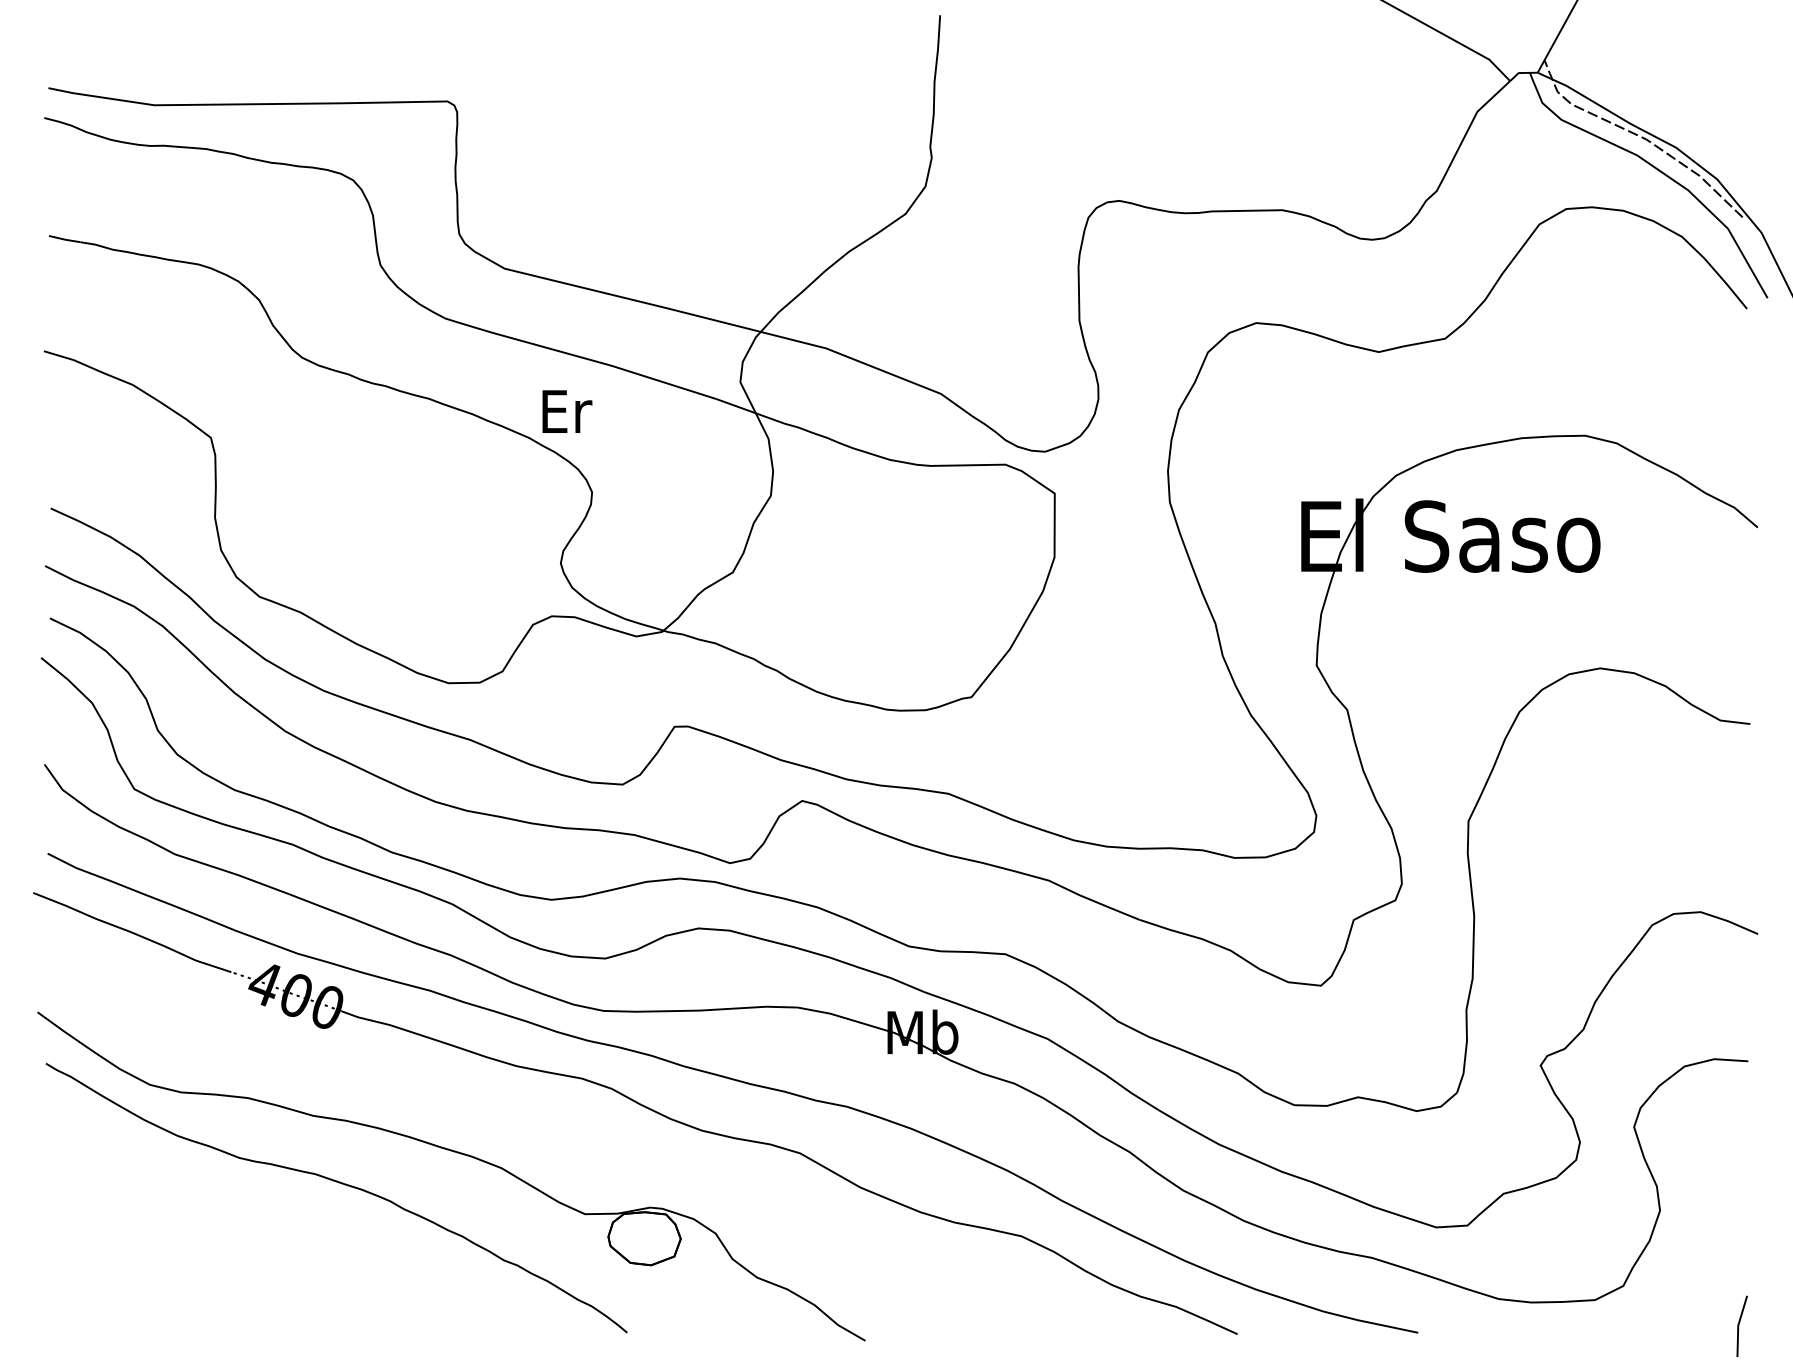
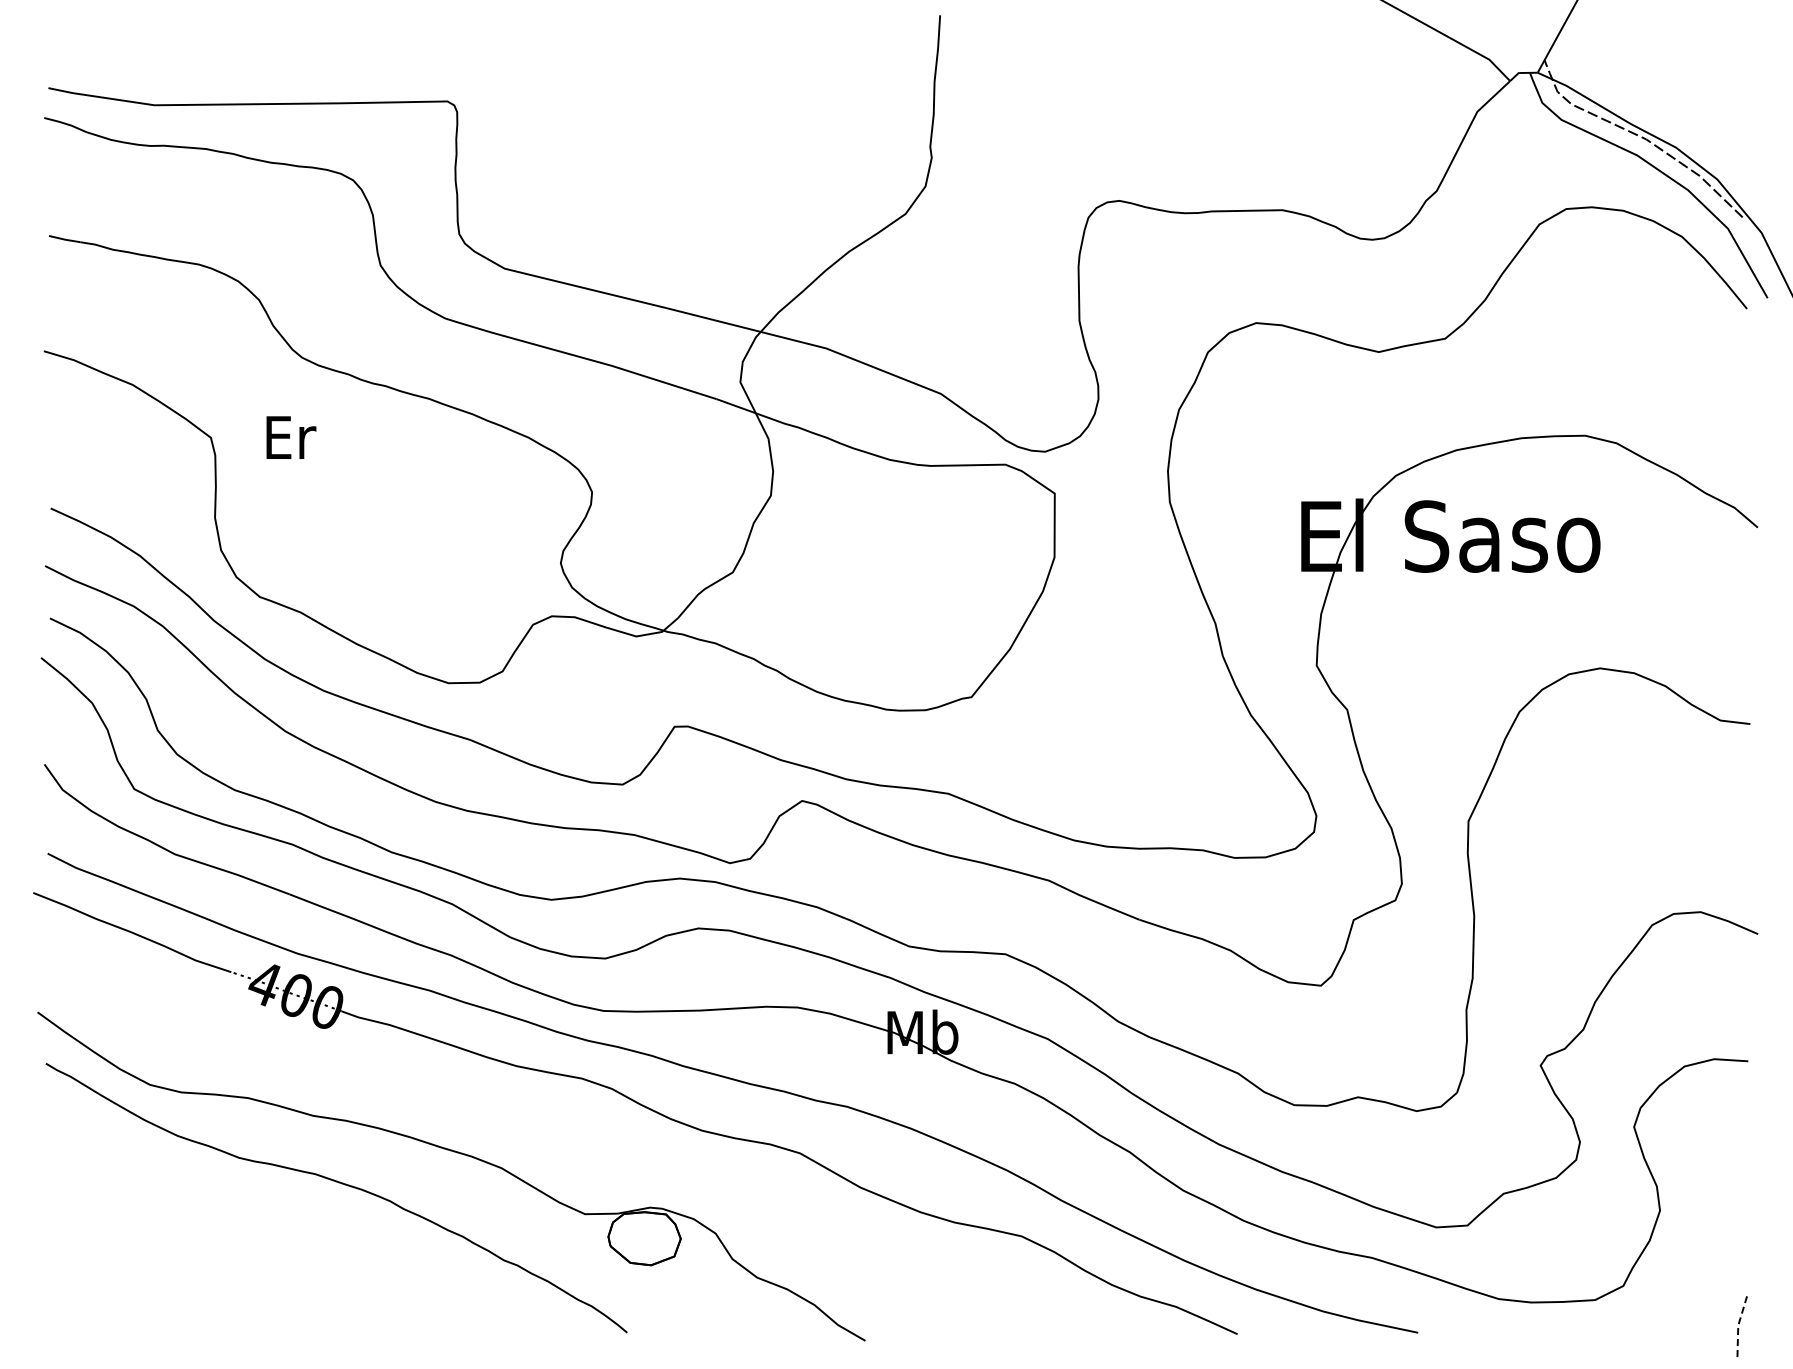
text at (567, 411) position: (567, 411) -> (291, 437)
line at (1738, 1325): solid -> dashed
